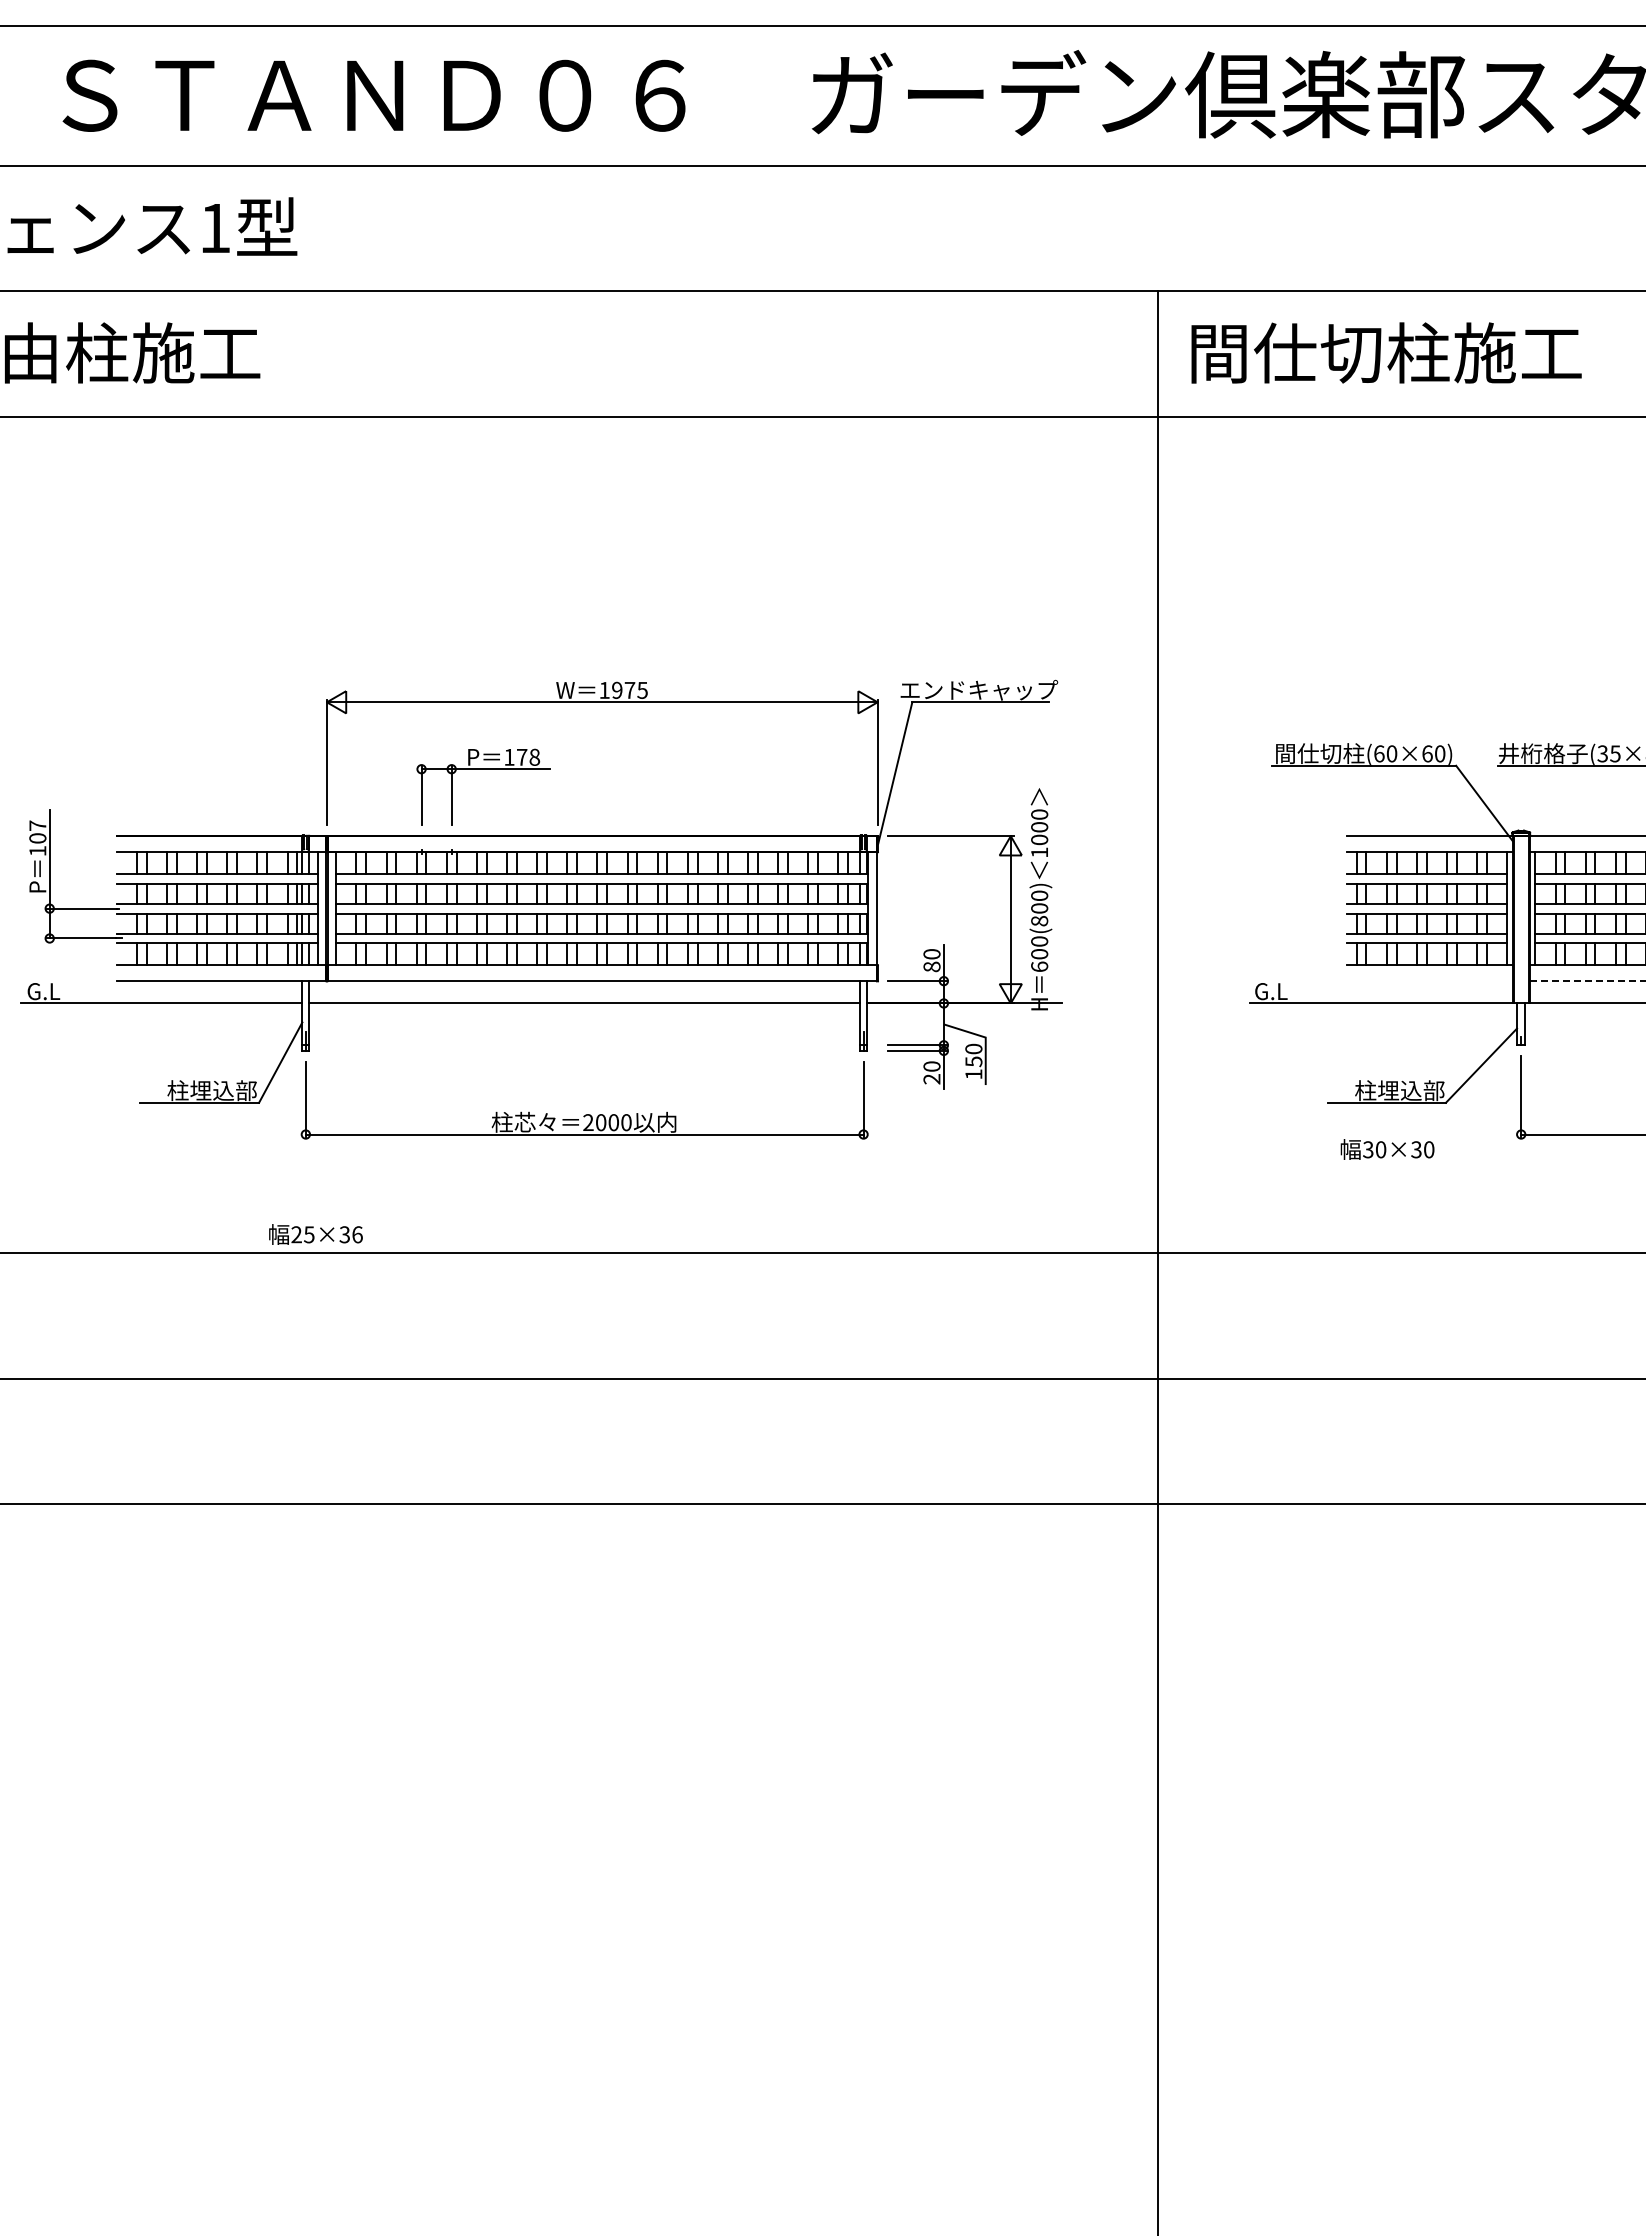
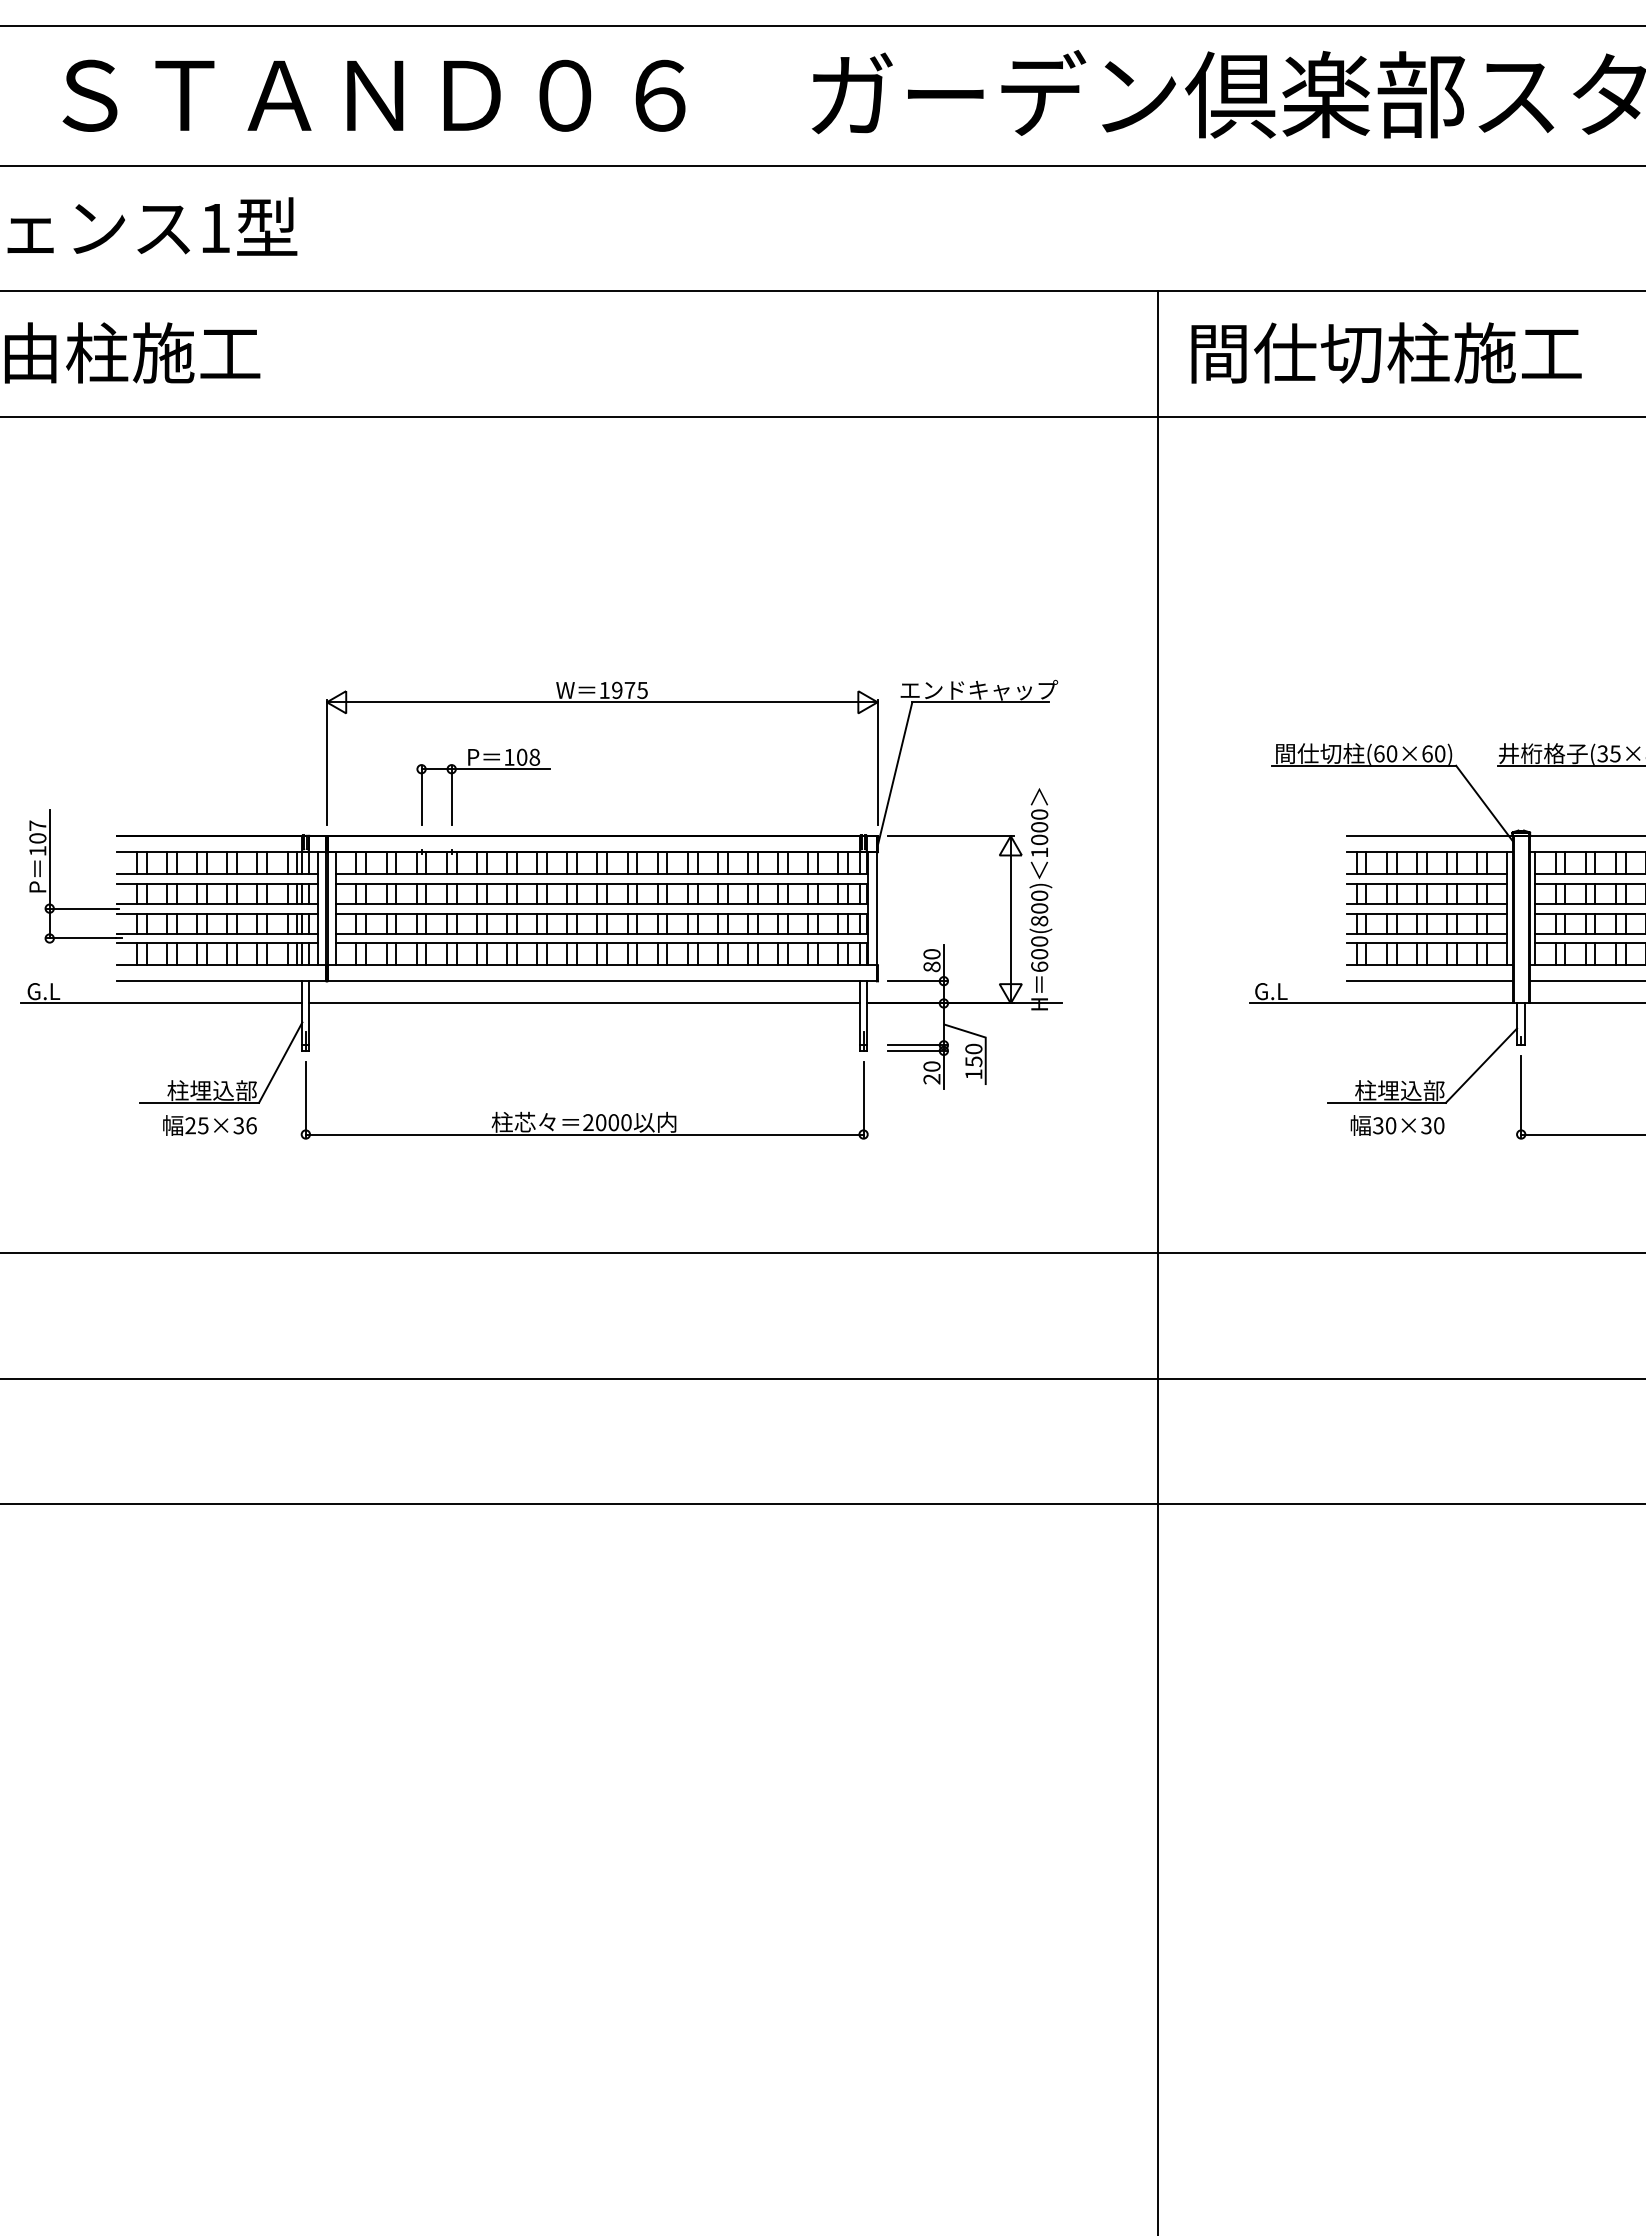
text at (522, 756): 178 -> 108
line at (1429, 981): none -> present
line at (1587, 981): dashed -> solid
text at (1387, 1149) position: (1387, 1149) -> (1397, 1125)
text at (315, 1234) position: (315, 1234) -> (209, 1125)
